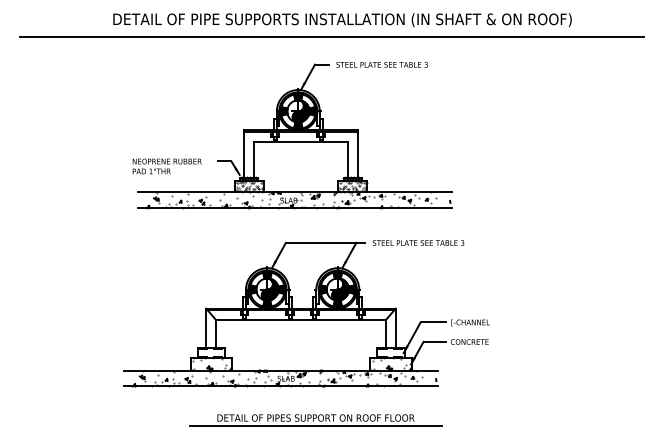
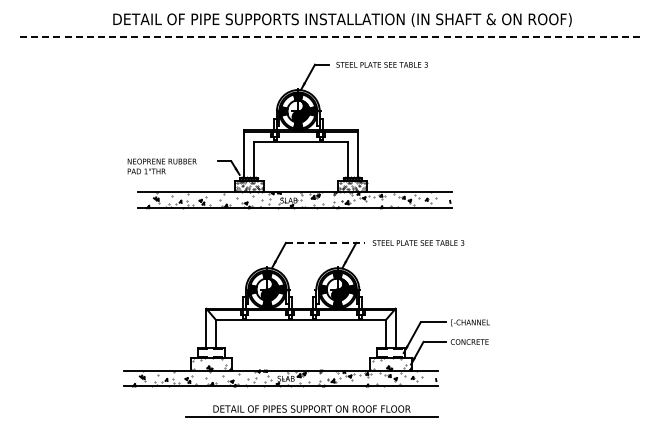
line at (332, 36): solid -> dashed
text at (166, 166) position: (166, 166) -> (161, 166)
line at (325, 242): solid -> dashed
part at (315, 420) position: (315, 420) -> (311, 411)
